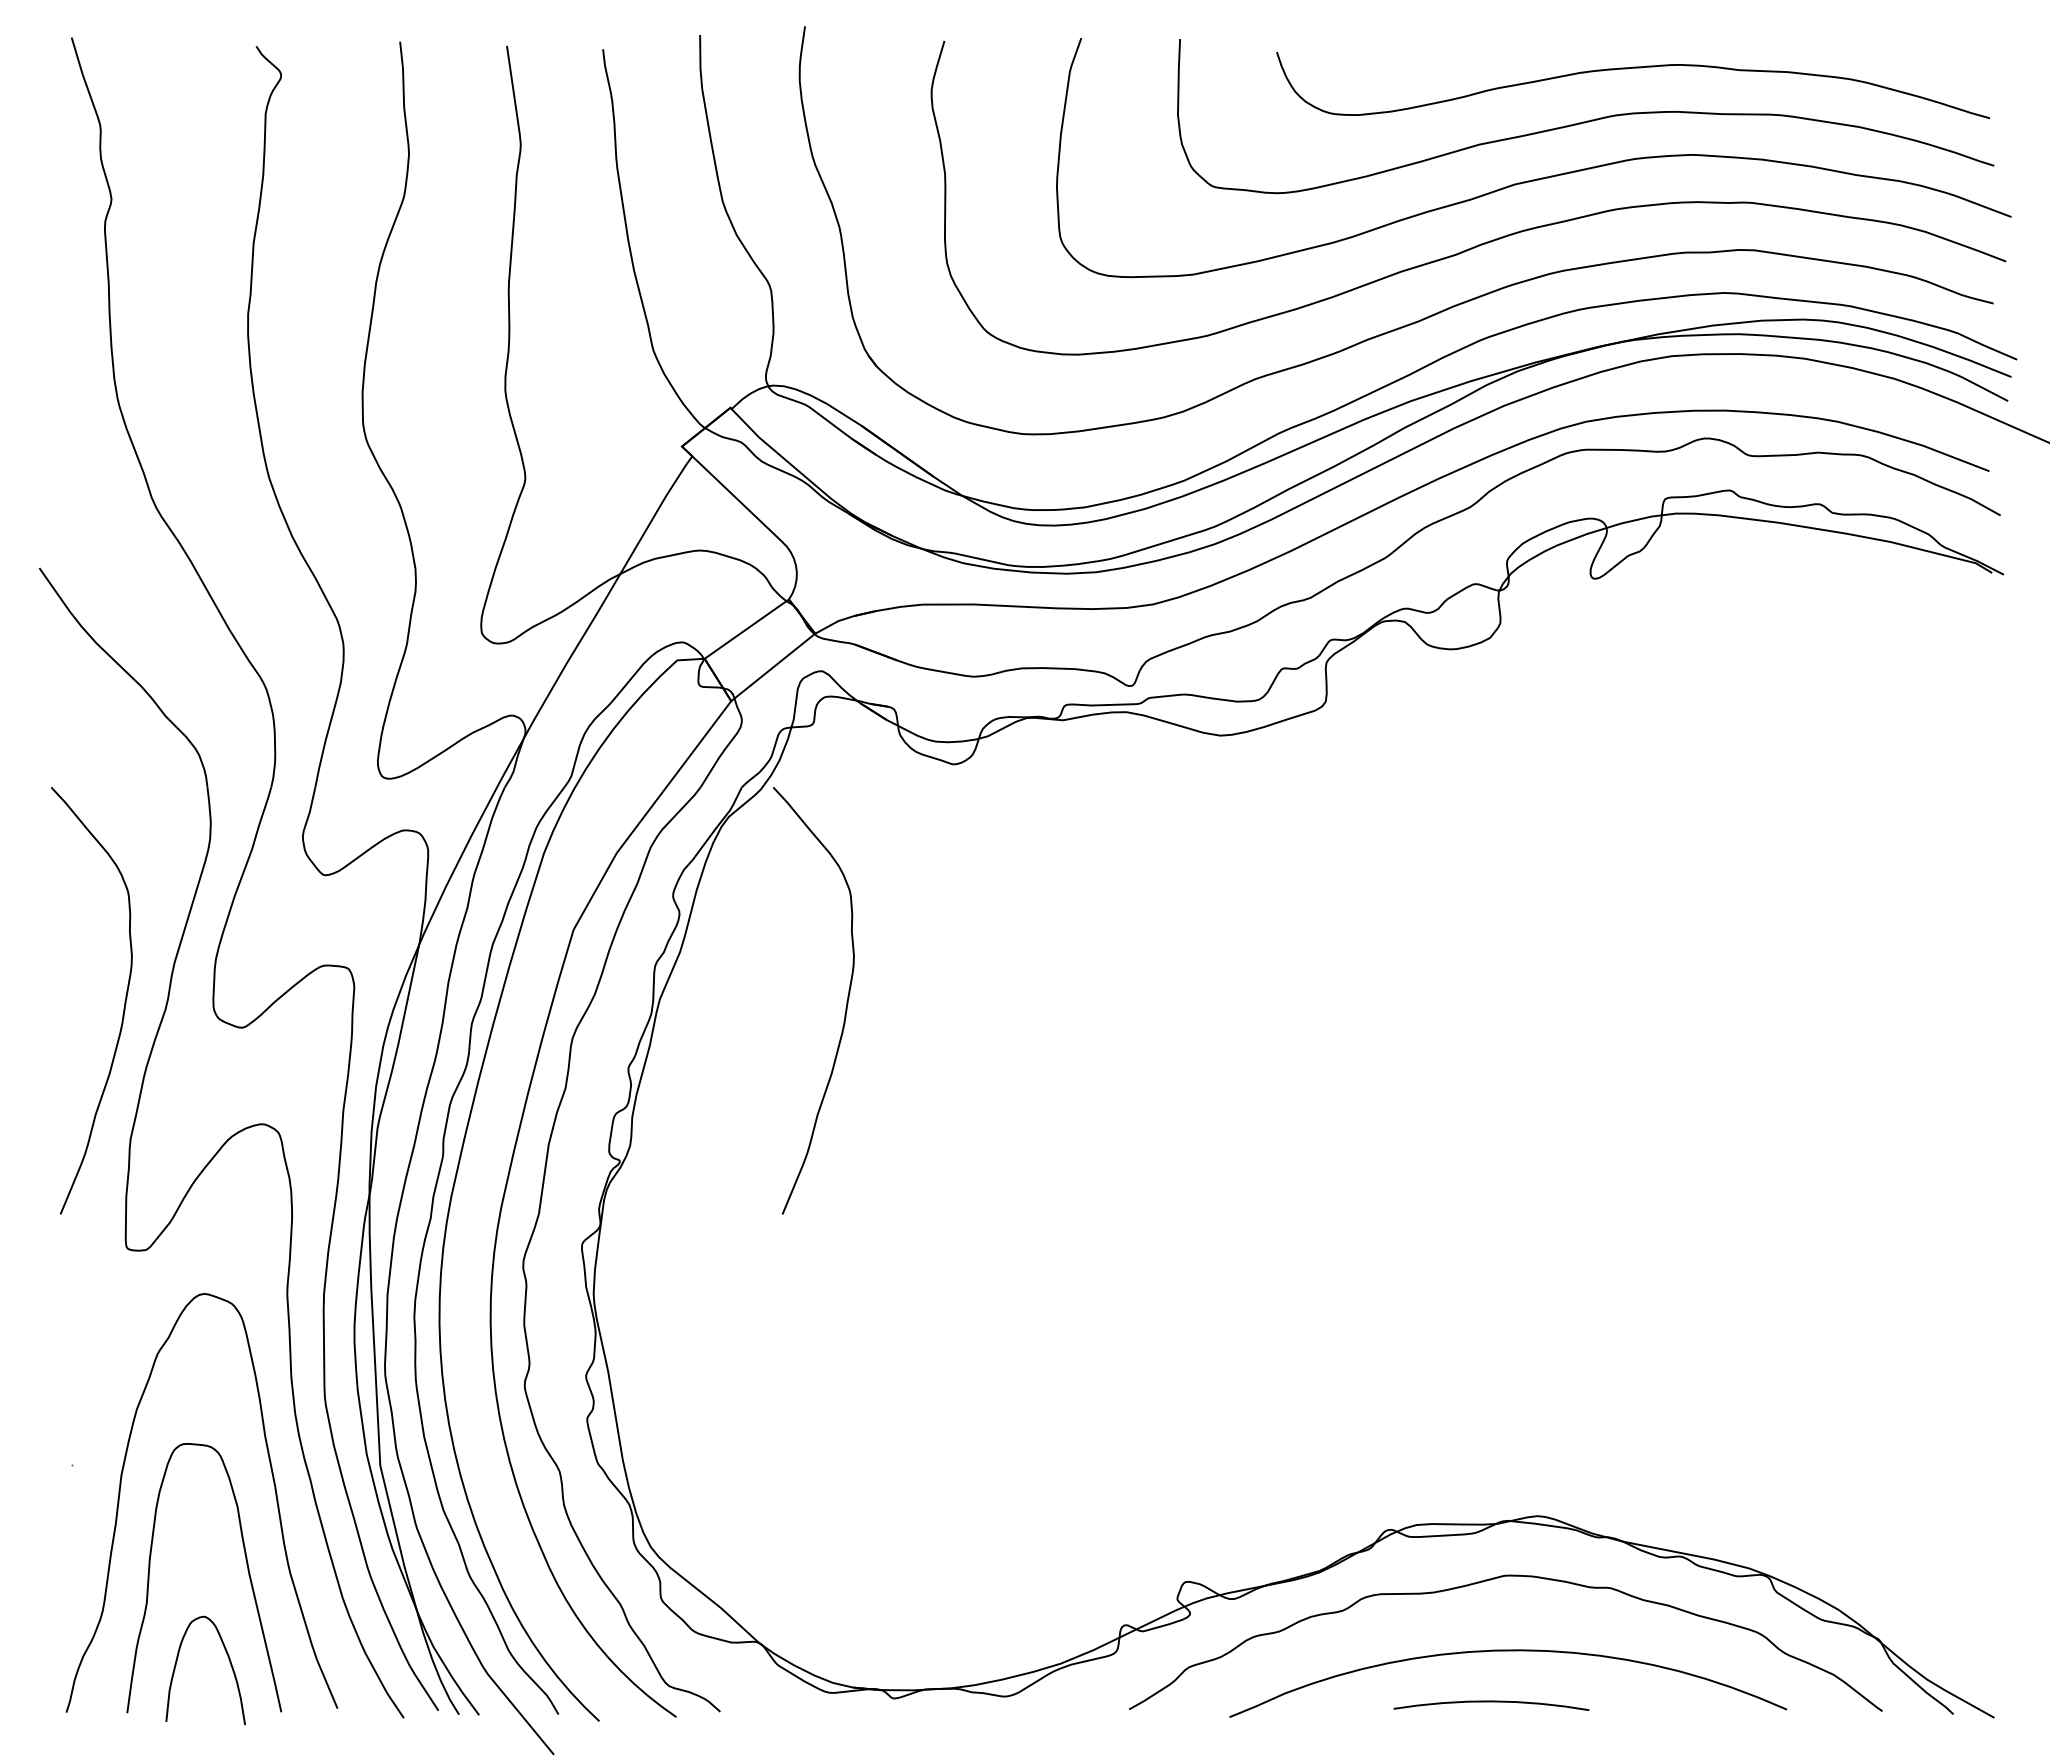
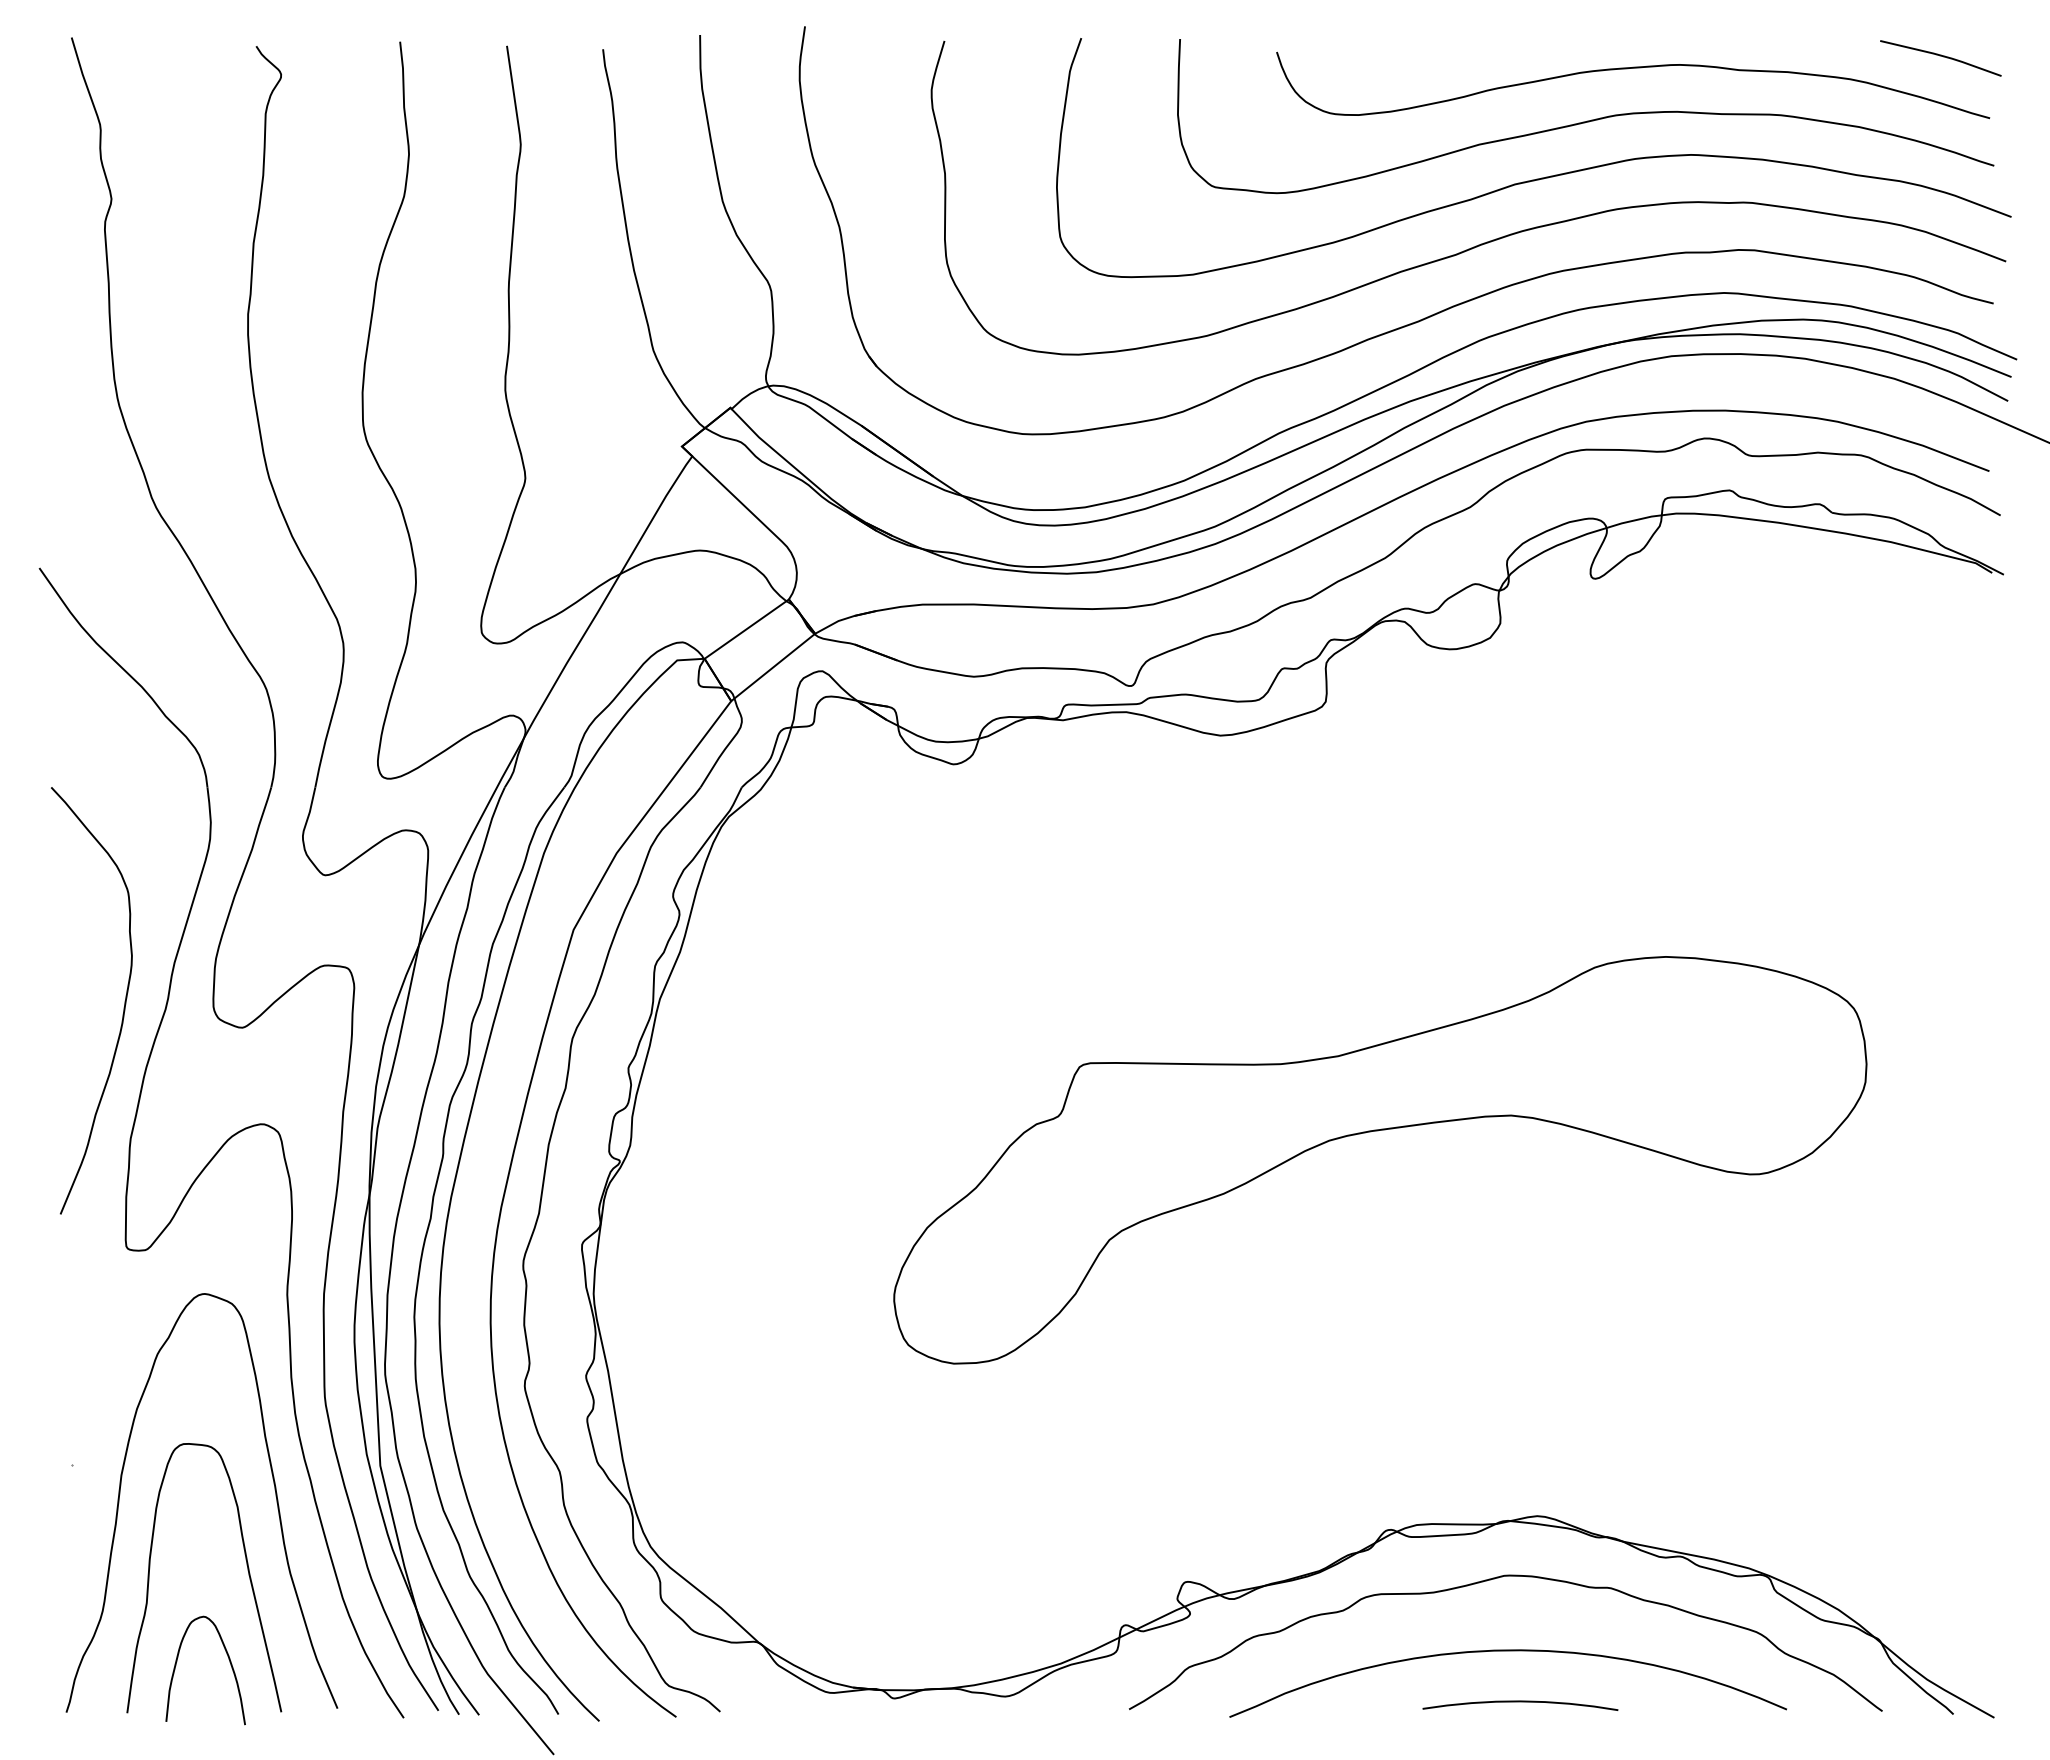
line at (1940, 56): none -> present
curve at (845, 1007): present -> none
part at (1378, 1131): none -> present
curve at (1491, 1702) position: (1491, 1702) -> (1520, 1702)
